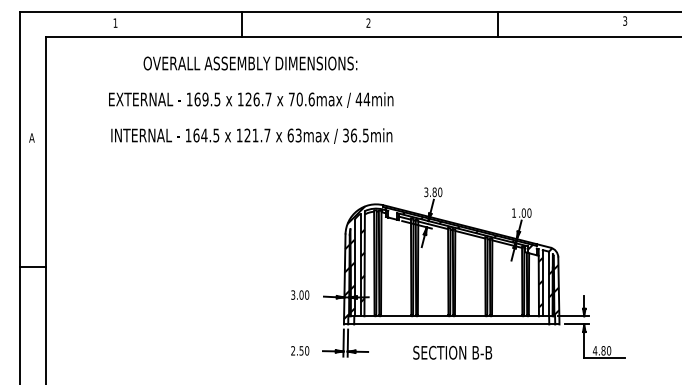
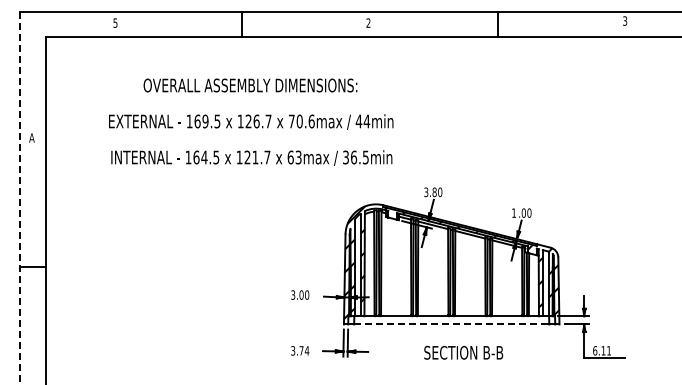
text at (115, 22): 1 -> 5
text at (251, 99) position: (251, 99) -> (251, 121)
line at (20, 198): solid -> dashed
line at (451, 324): solid -> dashed
text at (300, 350): 2.50 -> 3.74
text at (601, 350): 4.80 -> 6.11
text at (452, 352) position: (452, 352) -> (463, 352)
